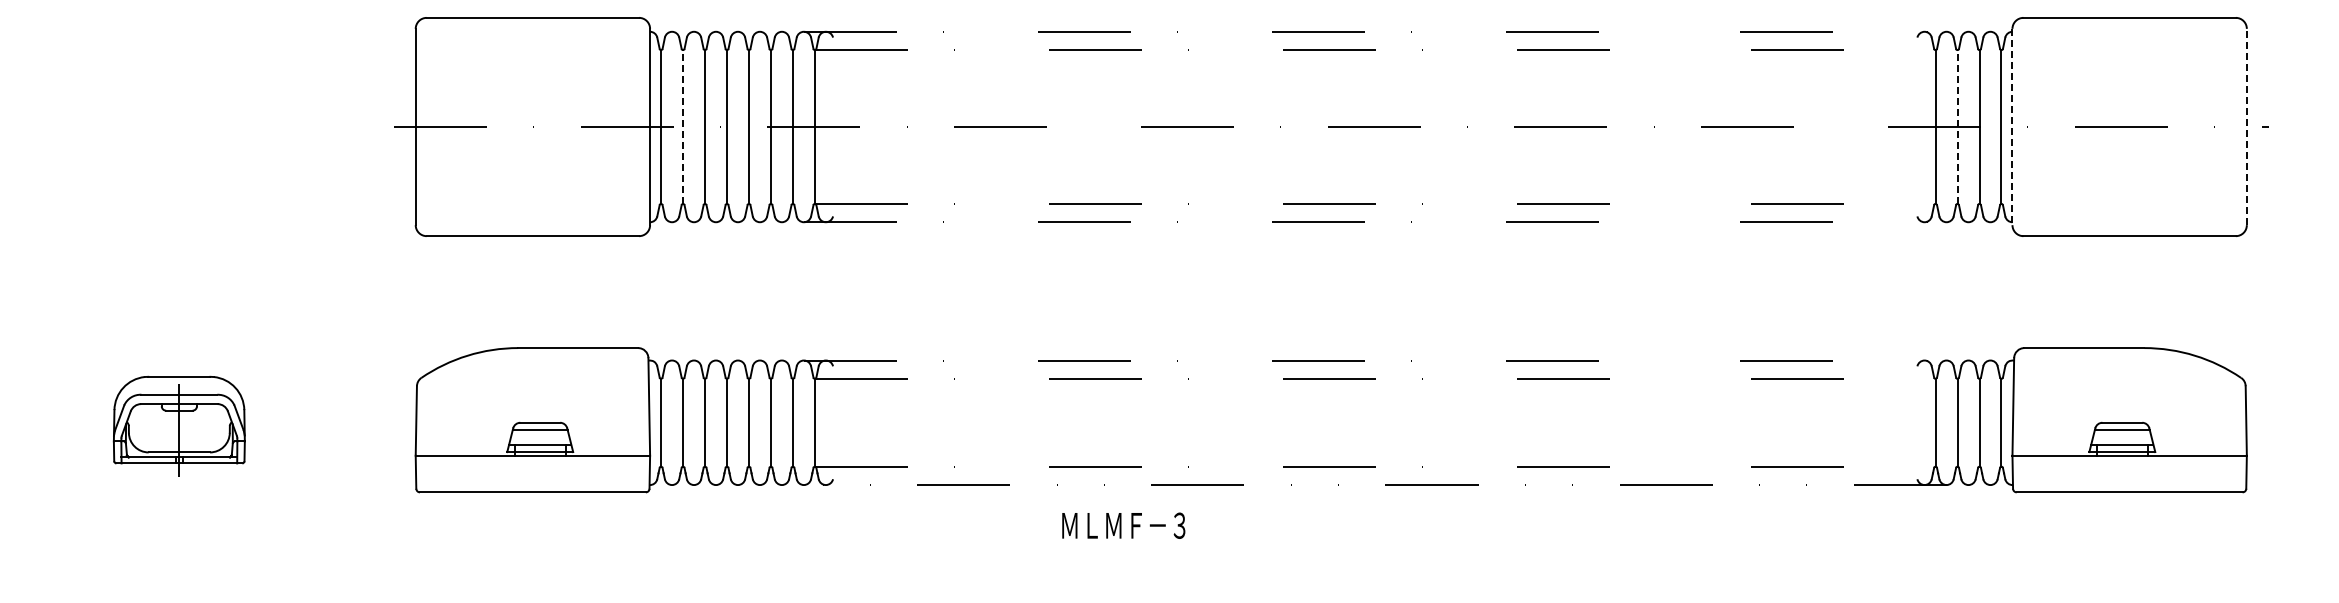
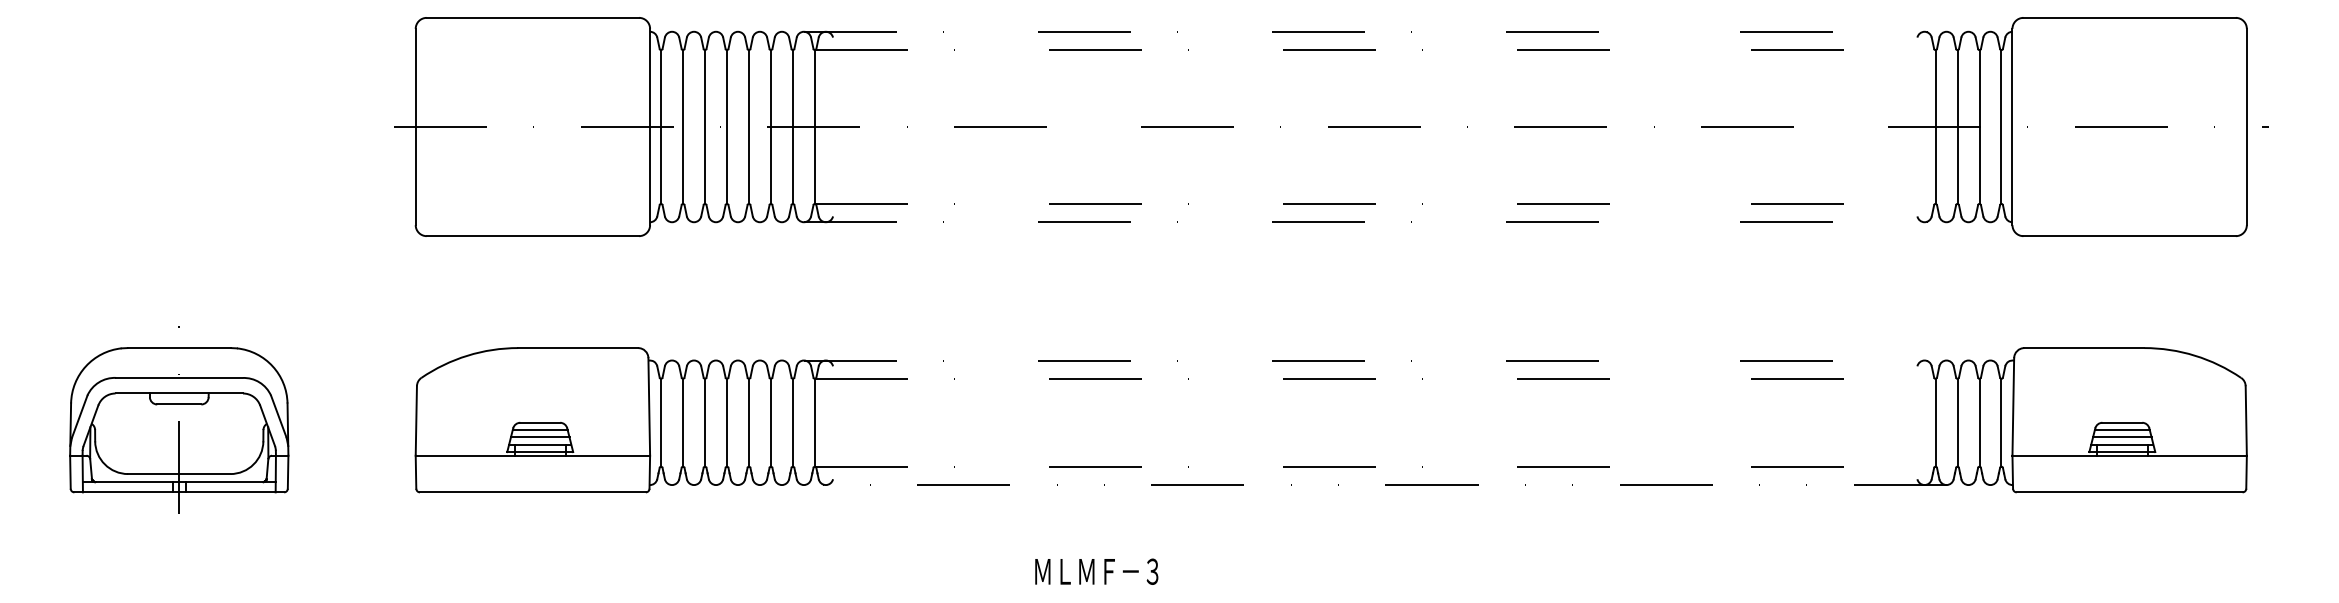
line at (2246, 126): dashed -> solid
line at (683, 127): dashed -> solid
line at (1957, 127): dashed -> solid
line at (2012, 127): dashed -> solid
part at (178, 425) size: 134x102 px -> 221x188 px
line at (539, 437): none -> present
line at (2122, 437): none -> present
text at (1123, 525) position: (1123, 525) -> (1096, 571)
